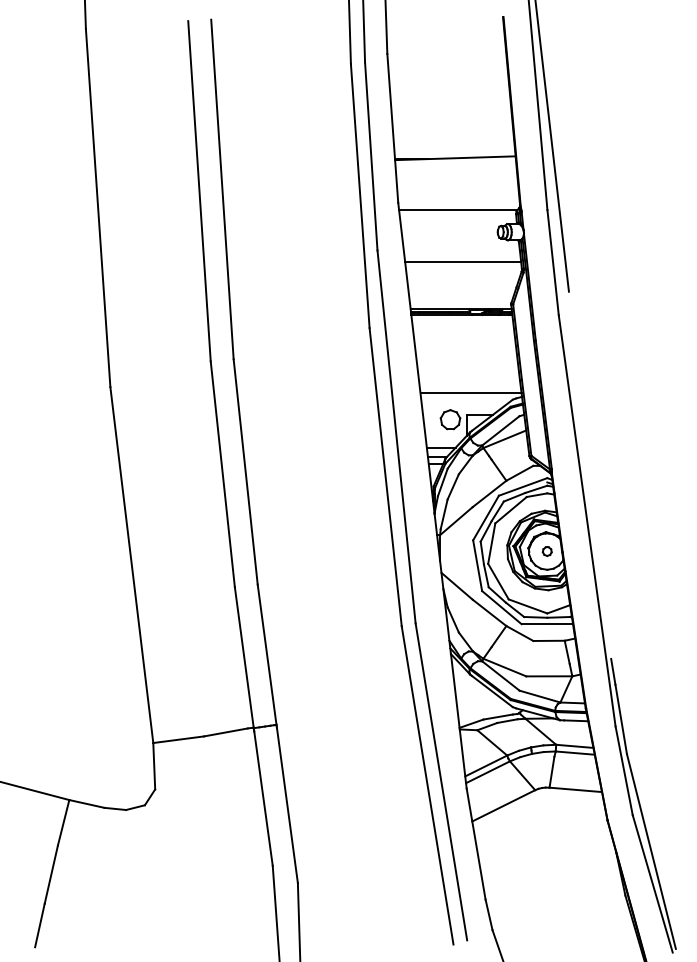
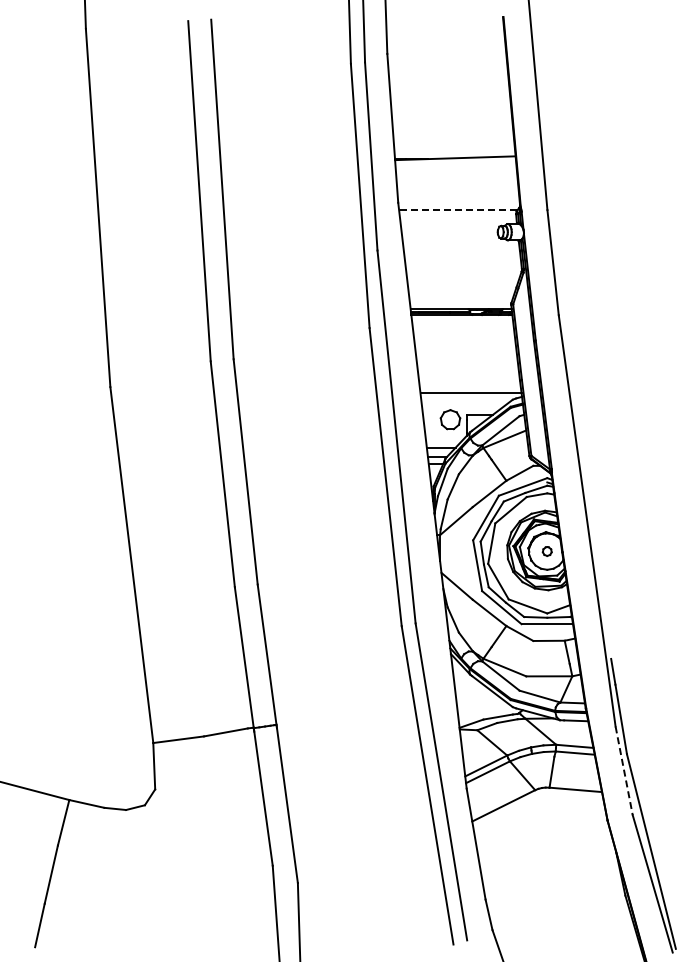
line at (551, 146): present -> none
line at (457, 210): solid -> dashed
line at (463, 261): present -> none
line at (624, 771): solid -> dashed
